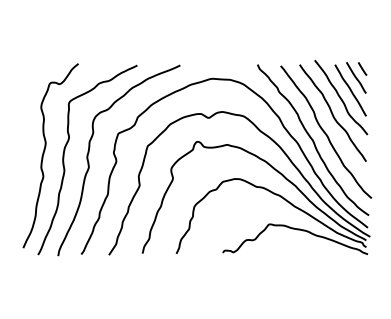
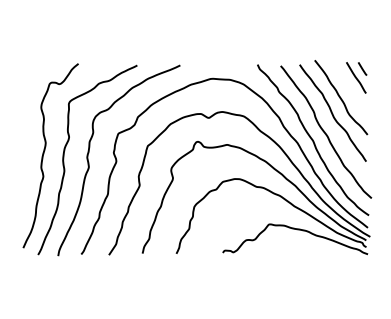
line at (350, 90): present -> none
